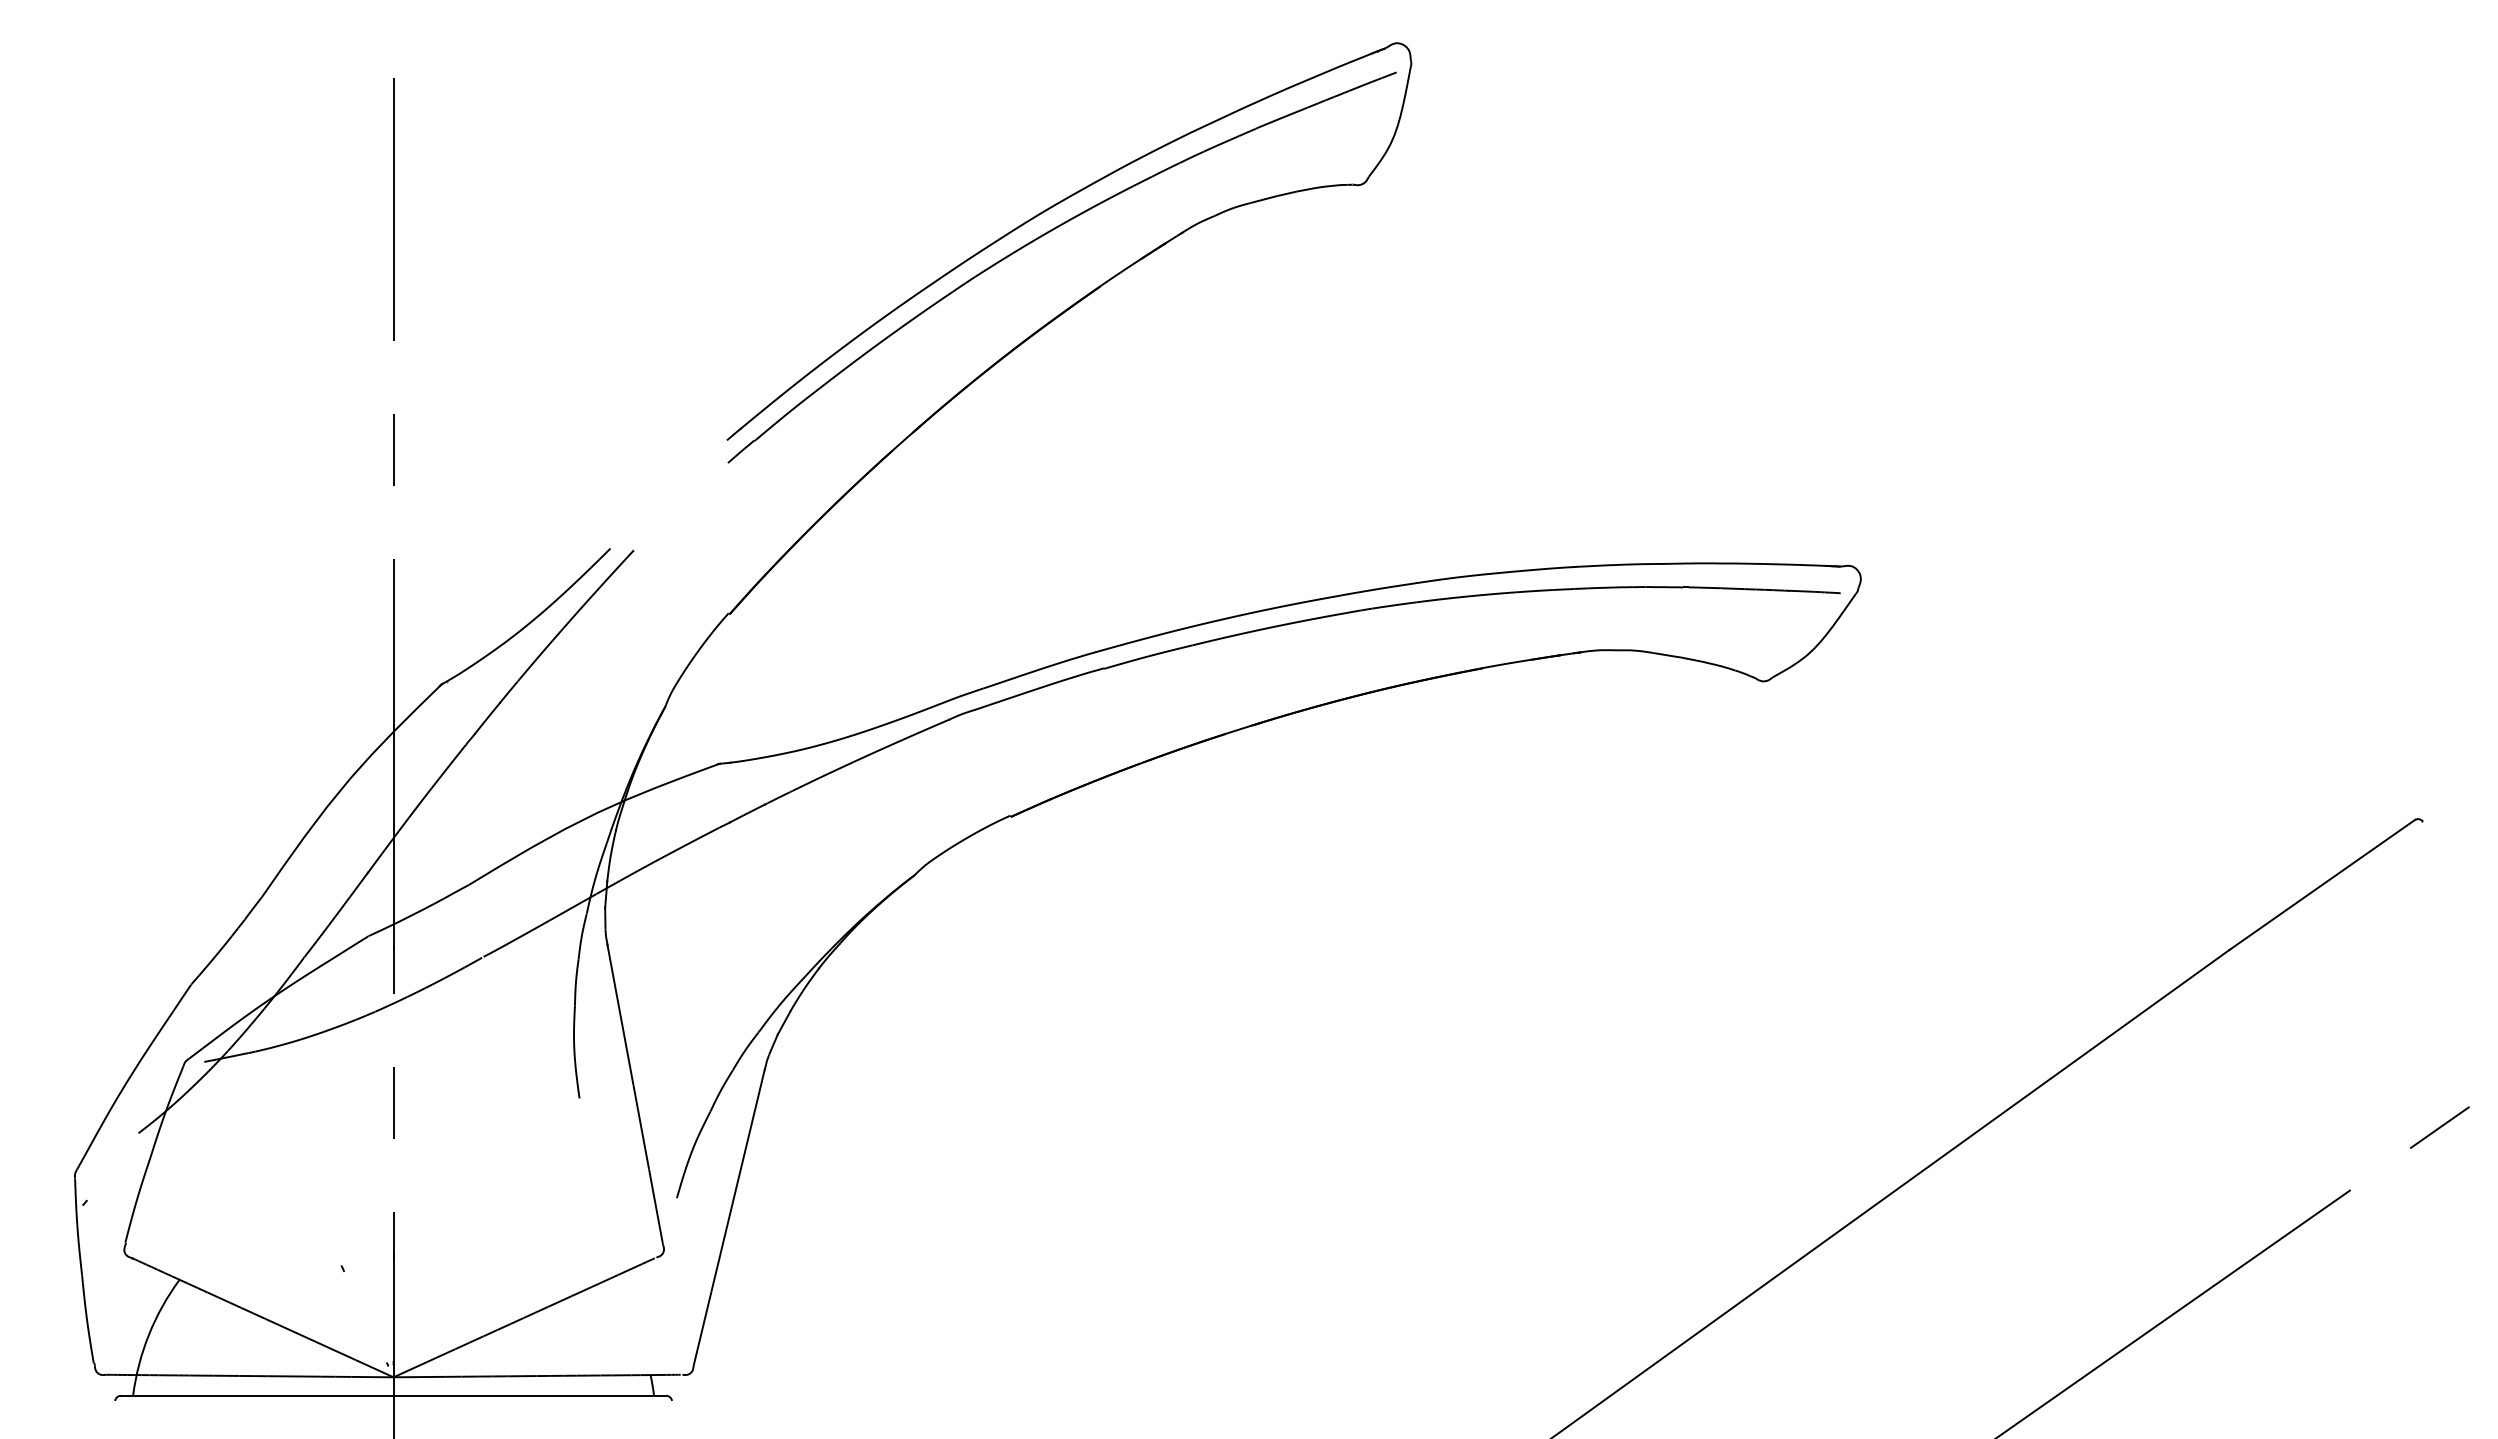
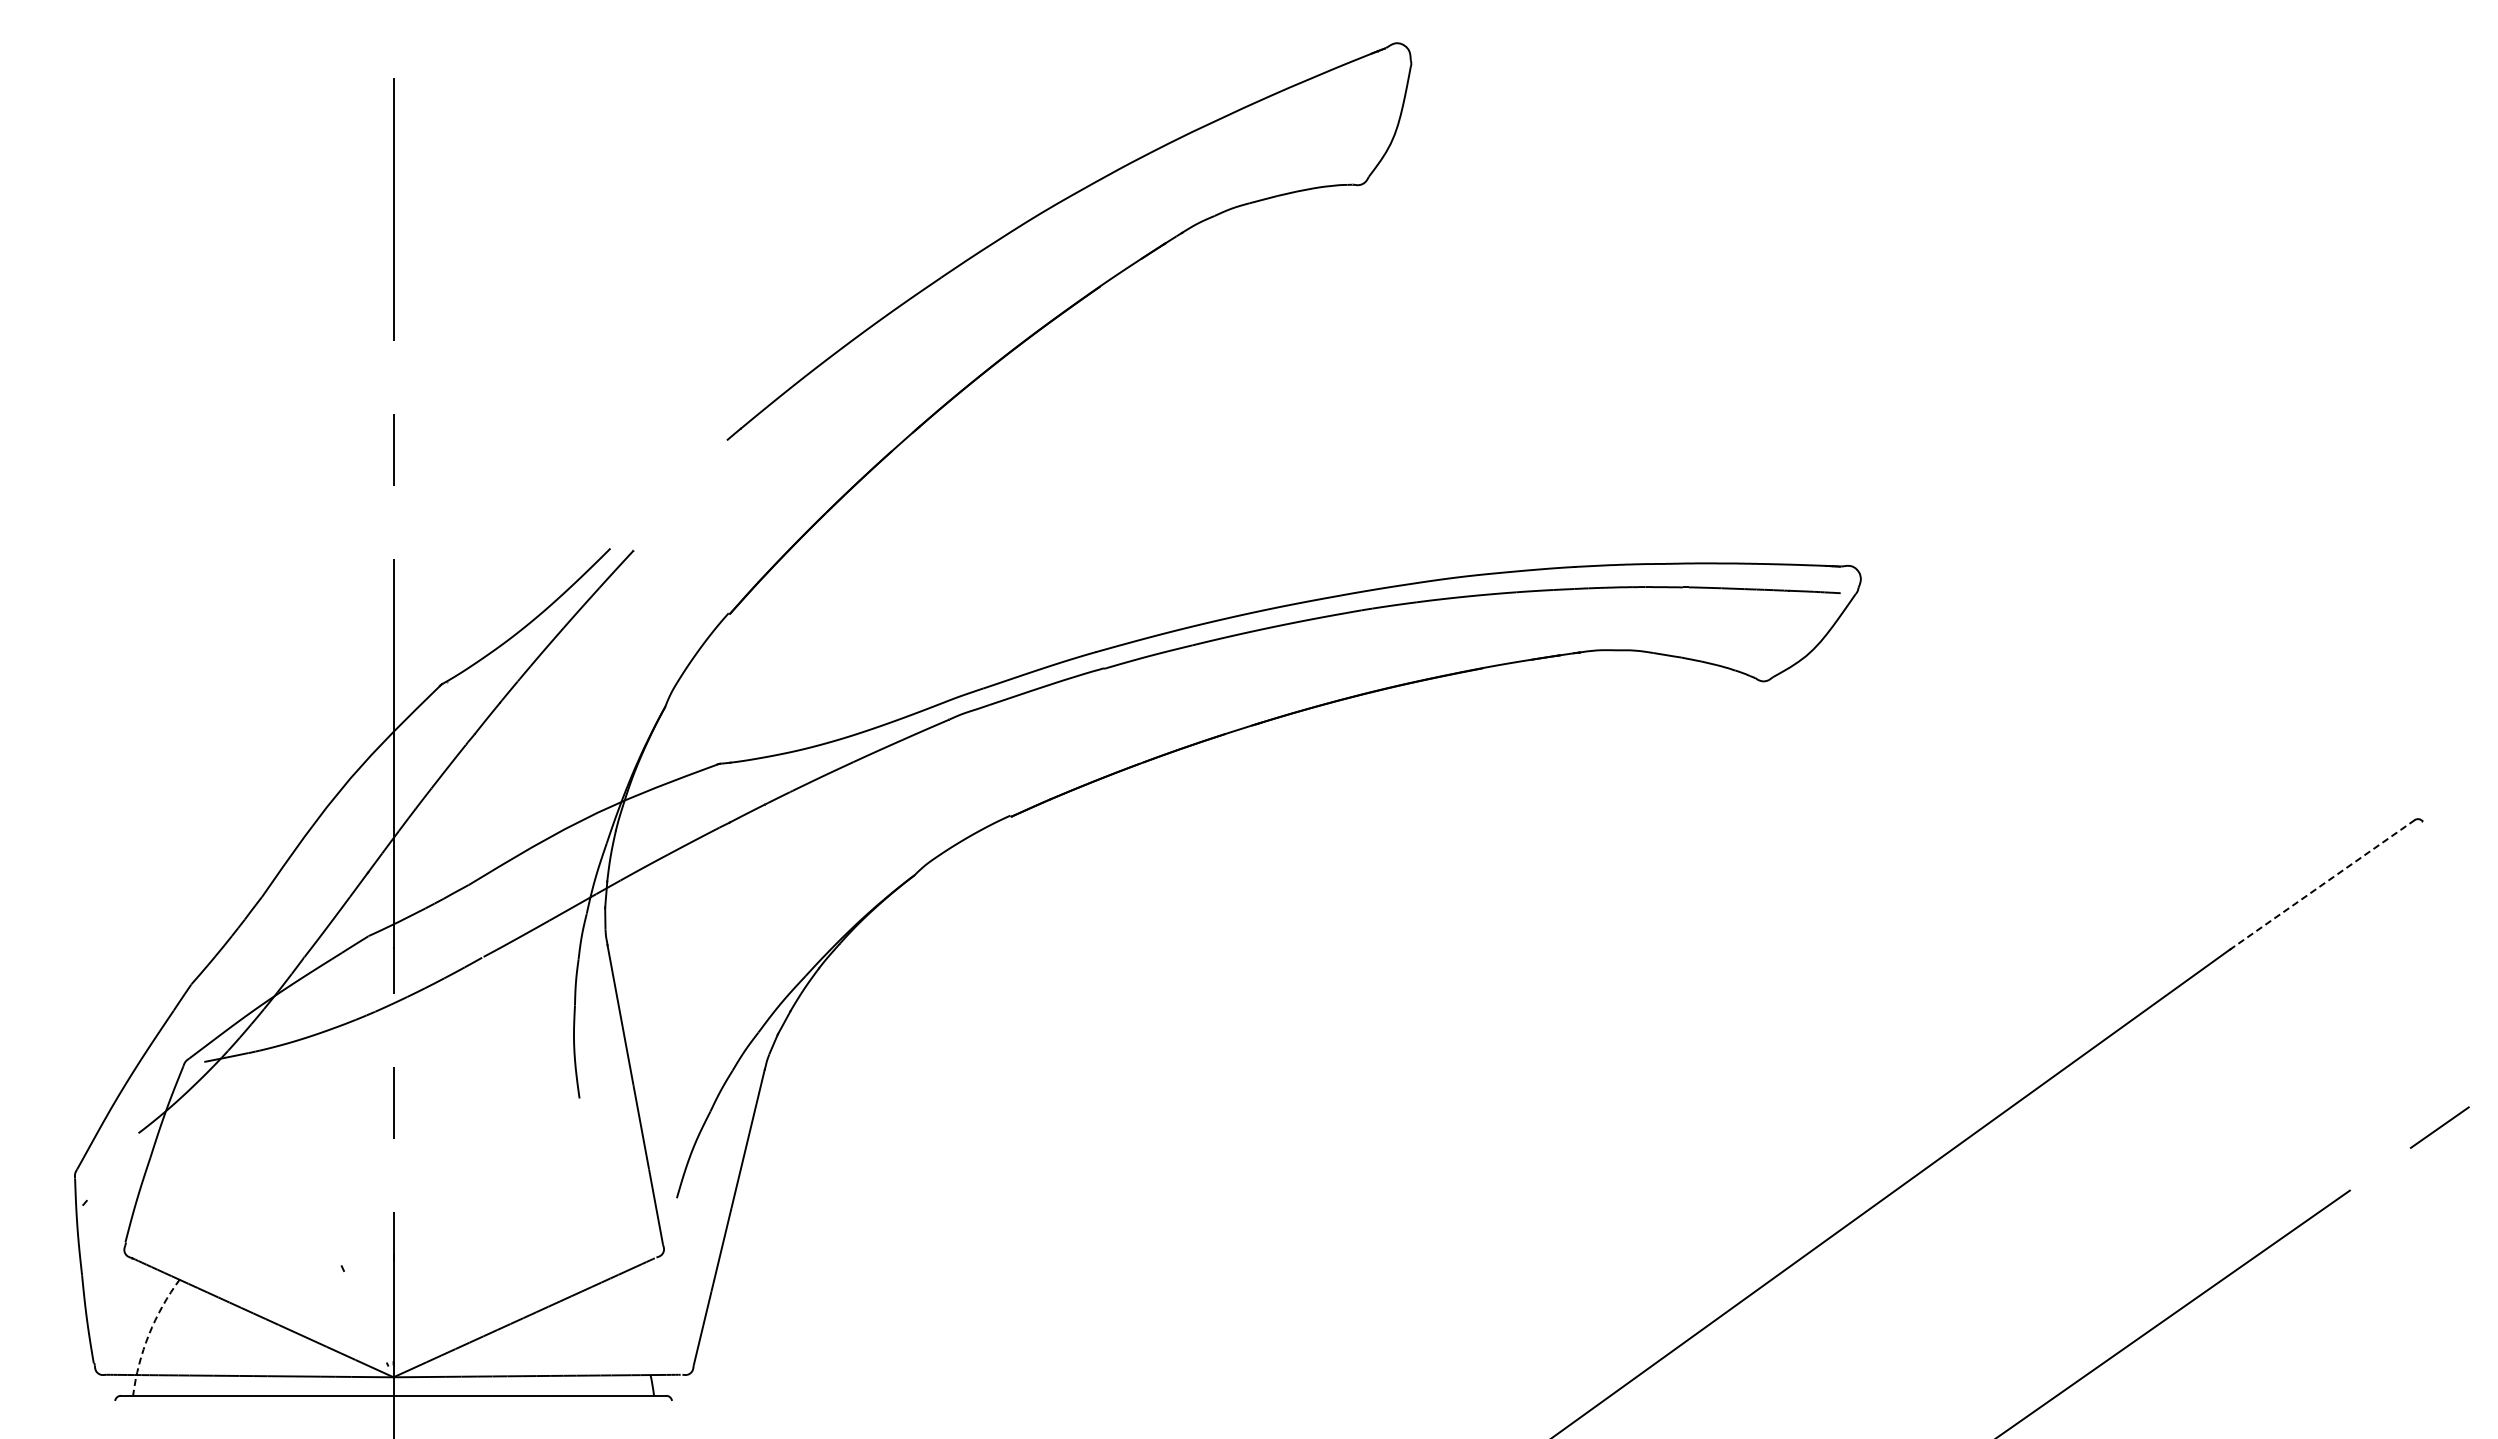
part at (1043, 236): present -> none
line at (2321, 885): solid -> dashed
arc at (149, 1334): solid -> dashed
